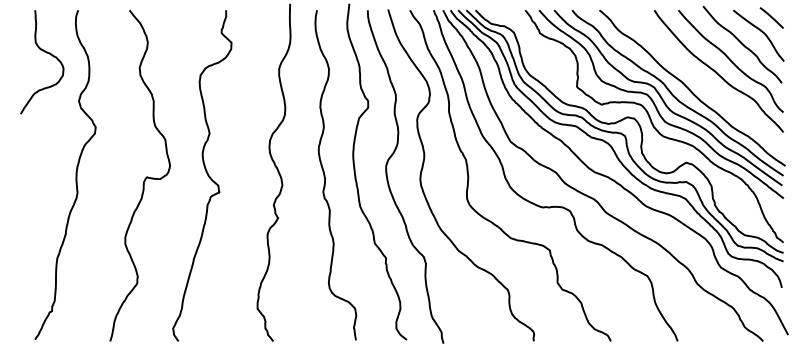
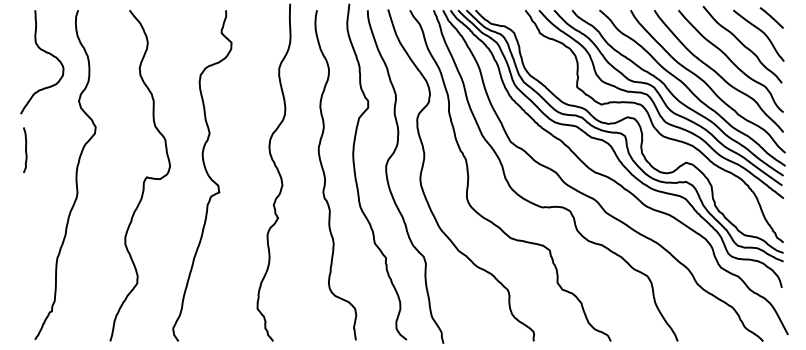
curve at (706, 82): none -> present
curve at (25, 150): none -> present
